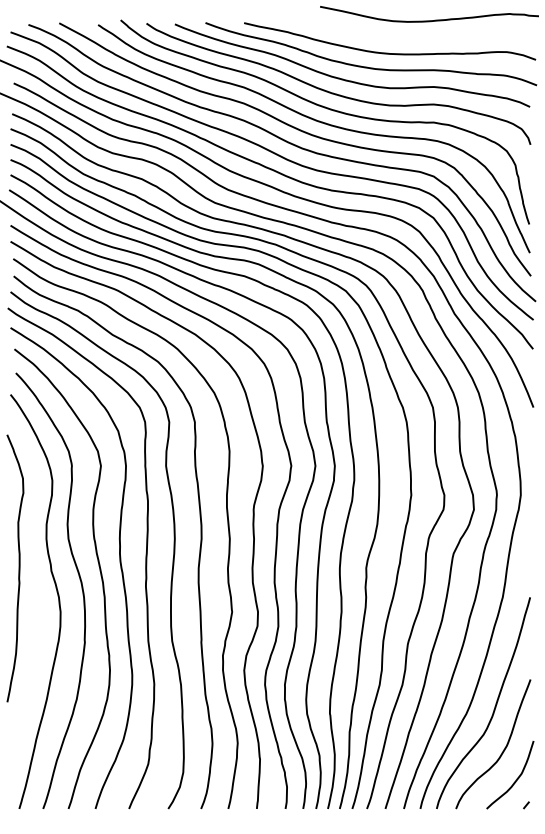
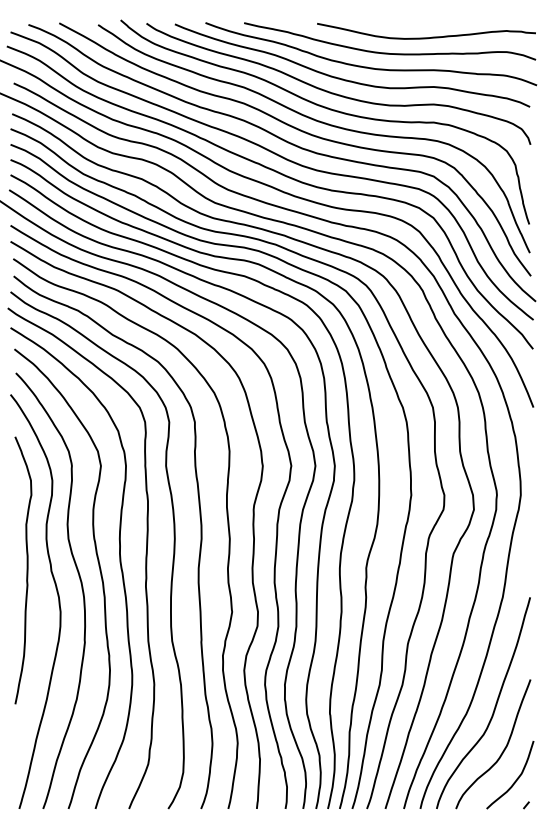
curve at (429, 20) position: (429, 20) -> (426, 37)
curve at (18, 568) position: (18, 568) -> (26, 570)
